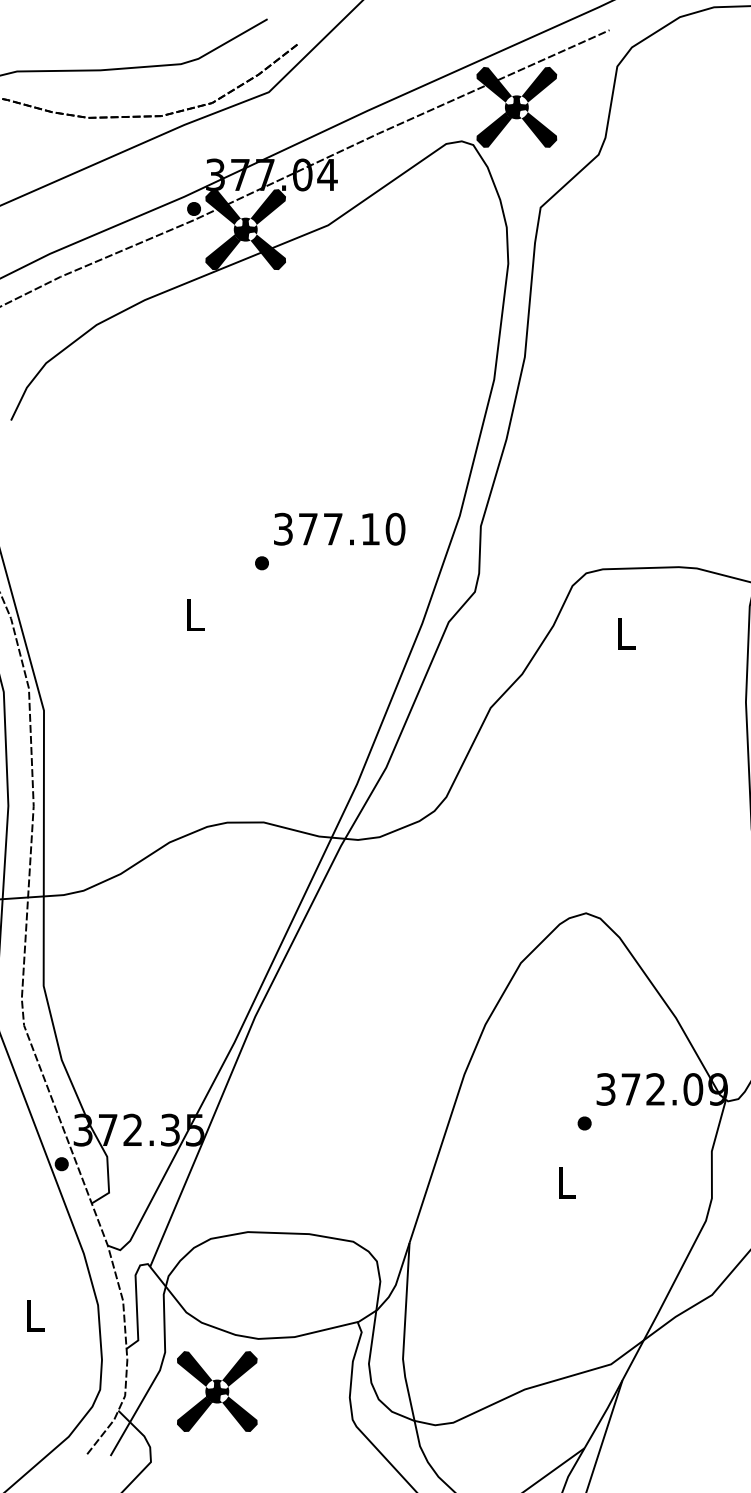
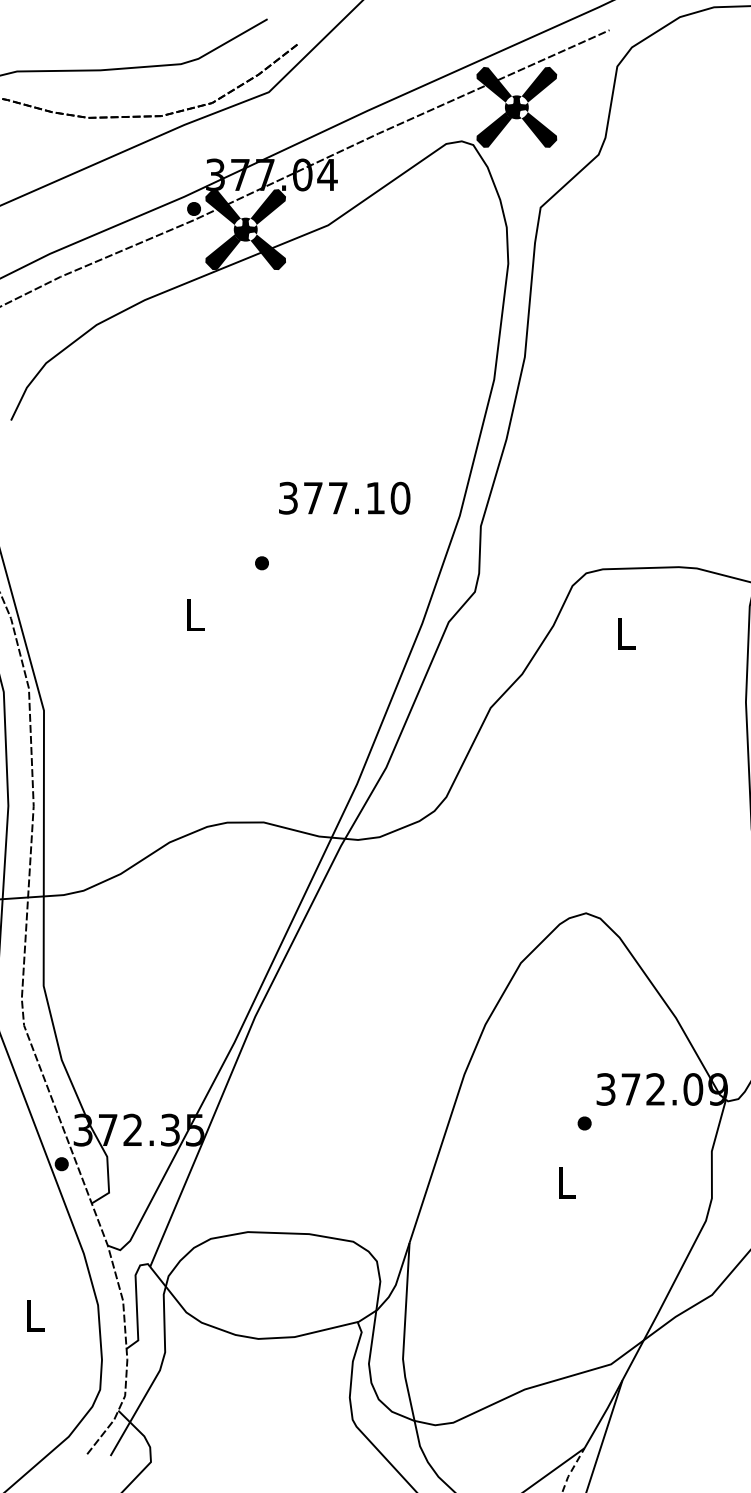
text at (339, 528) position: (339, 528) -> (344, 497)
part at (217, 1391): present -> none
line at (572, 1469): solid -> dashed
